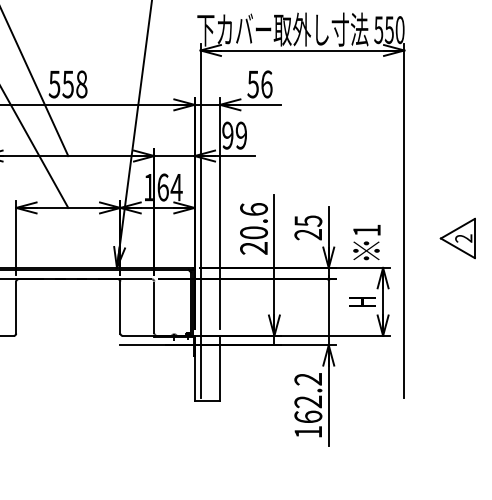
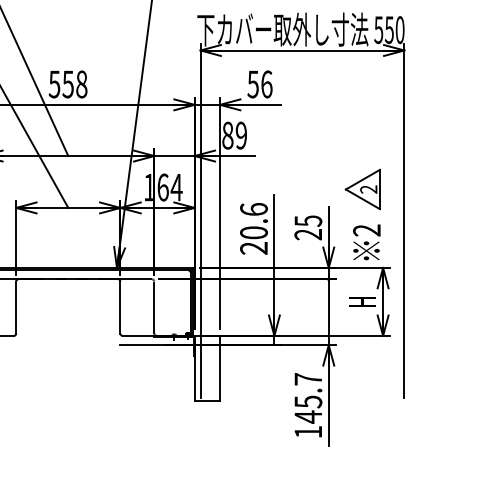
text at (227, 135): 99 -> 89
text at (366, 230): 1 -> 2
part at (457, 238) position: (457, 238) -> (362, 189)
text at (308, 398): 162.2 -> 145.7
